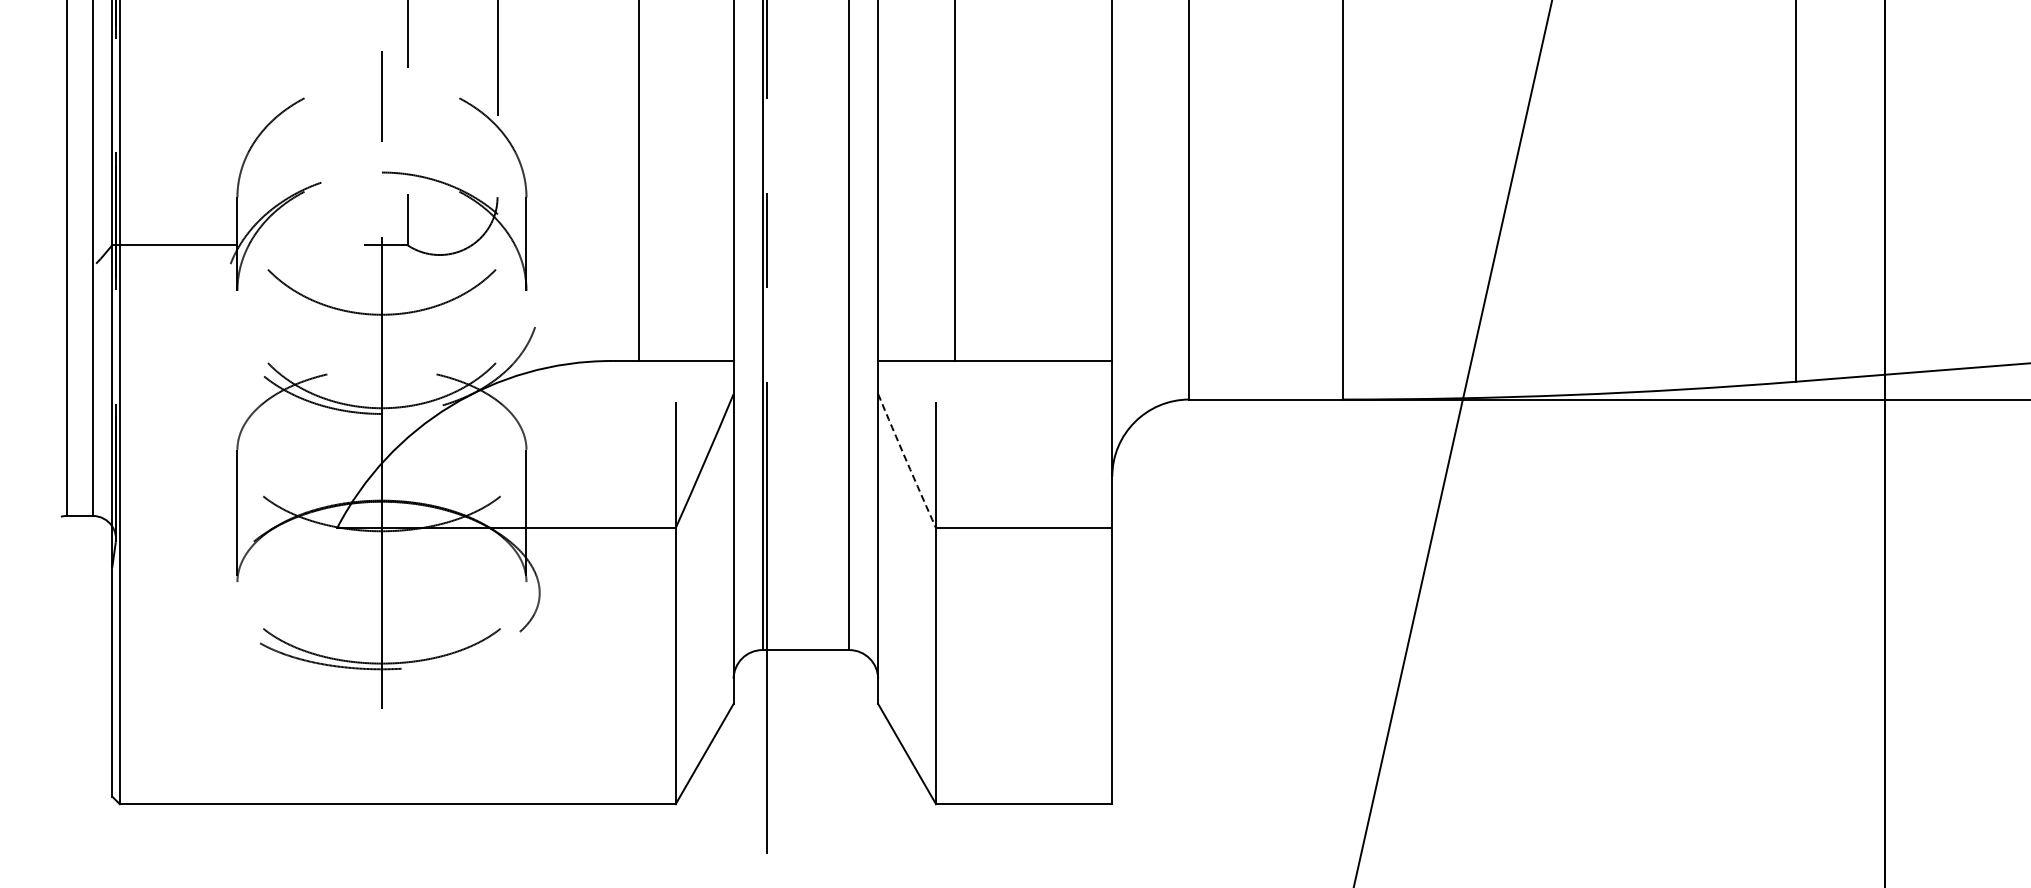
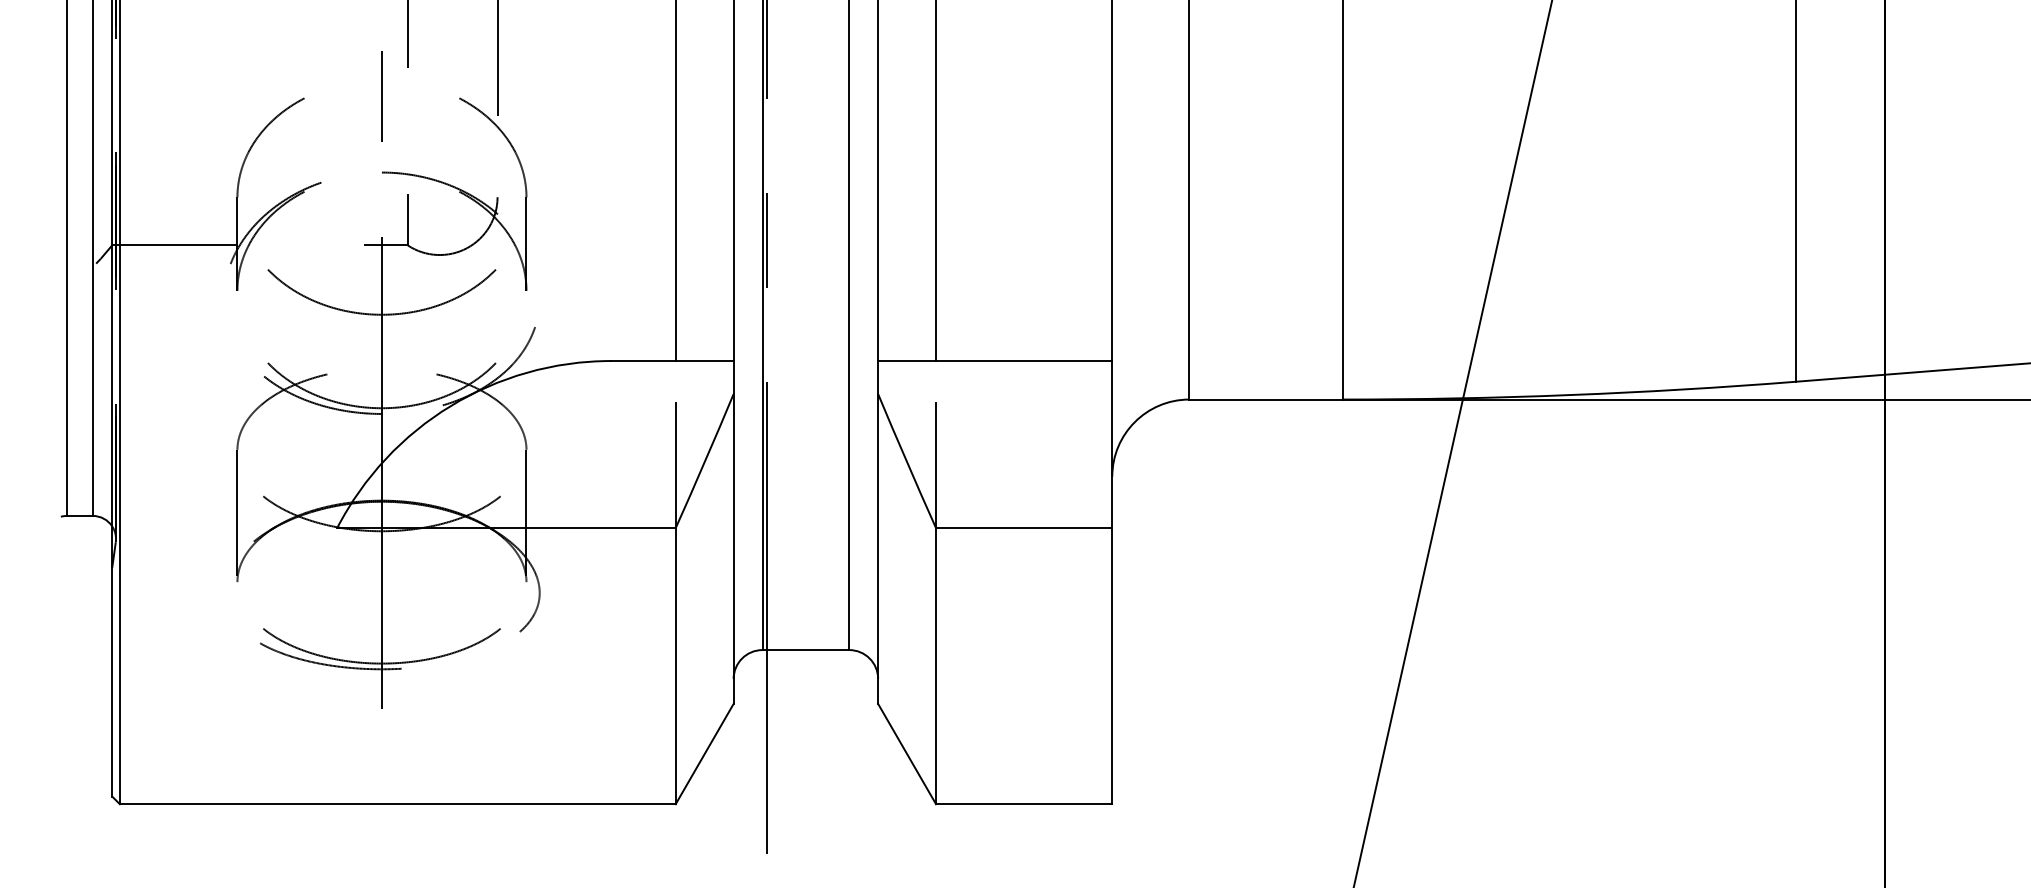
line at (638, 181) position: (638, 181) -> (675, 181)
line at (955, 181) position: (955, 181) -> (936, 181)
arc at (906, 461): dashed -> solid
